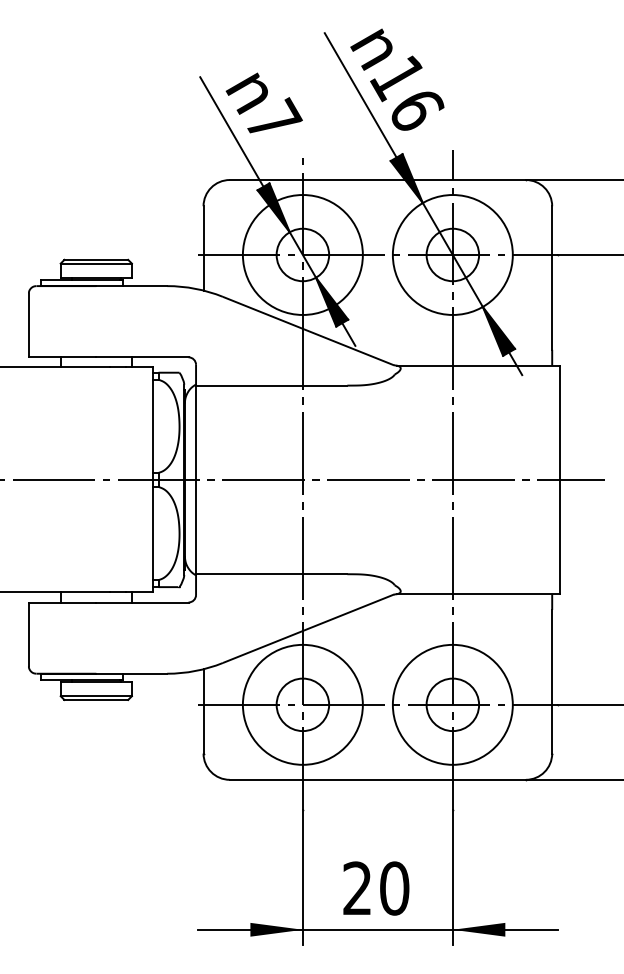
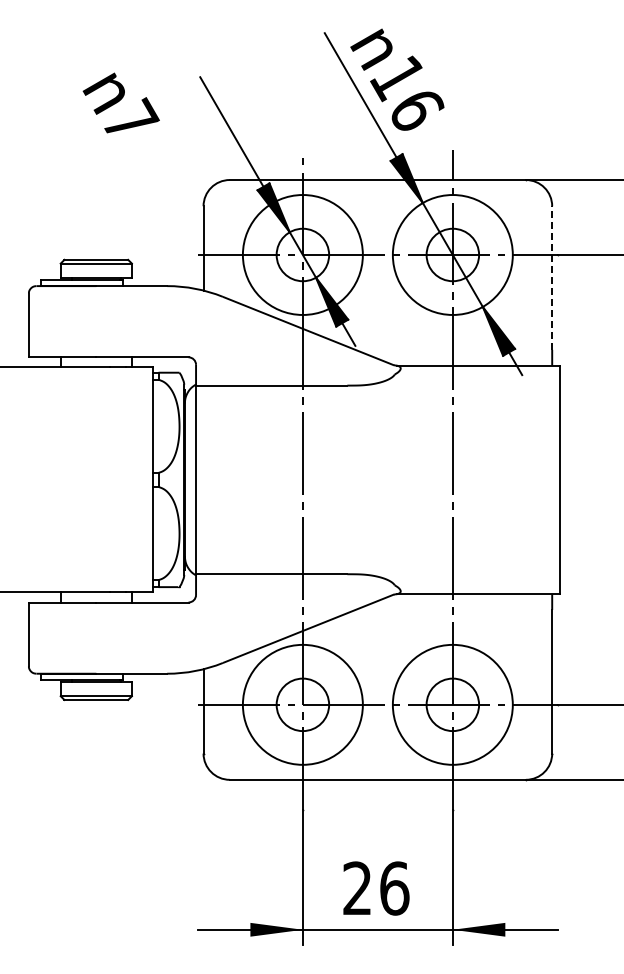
text at (263, 102) position: (263, 102) -> (120, 102)
line at (552, 278): solid -> dashed
line at (303, 479): present -> none
text at (394, 888): 20 -> 26
